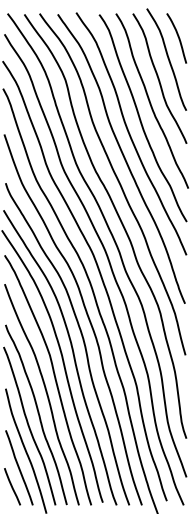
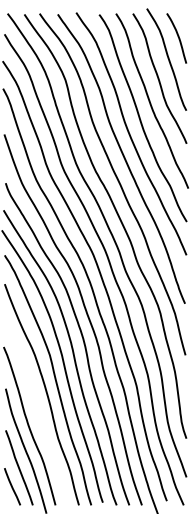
curve at (37, 413): present -> none
